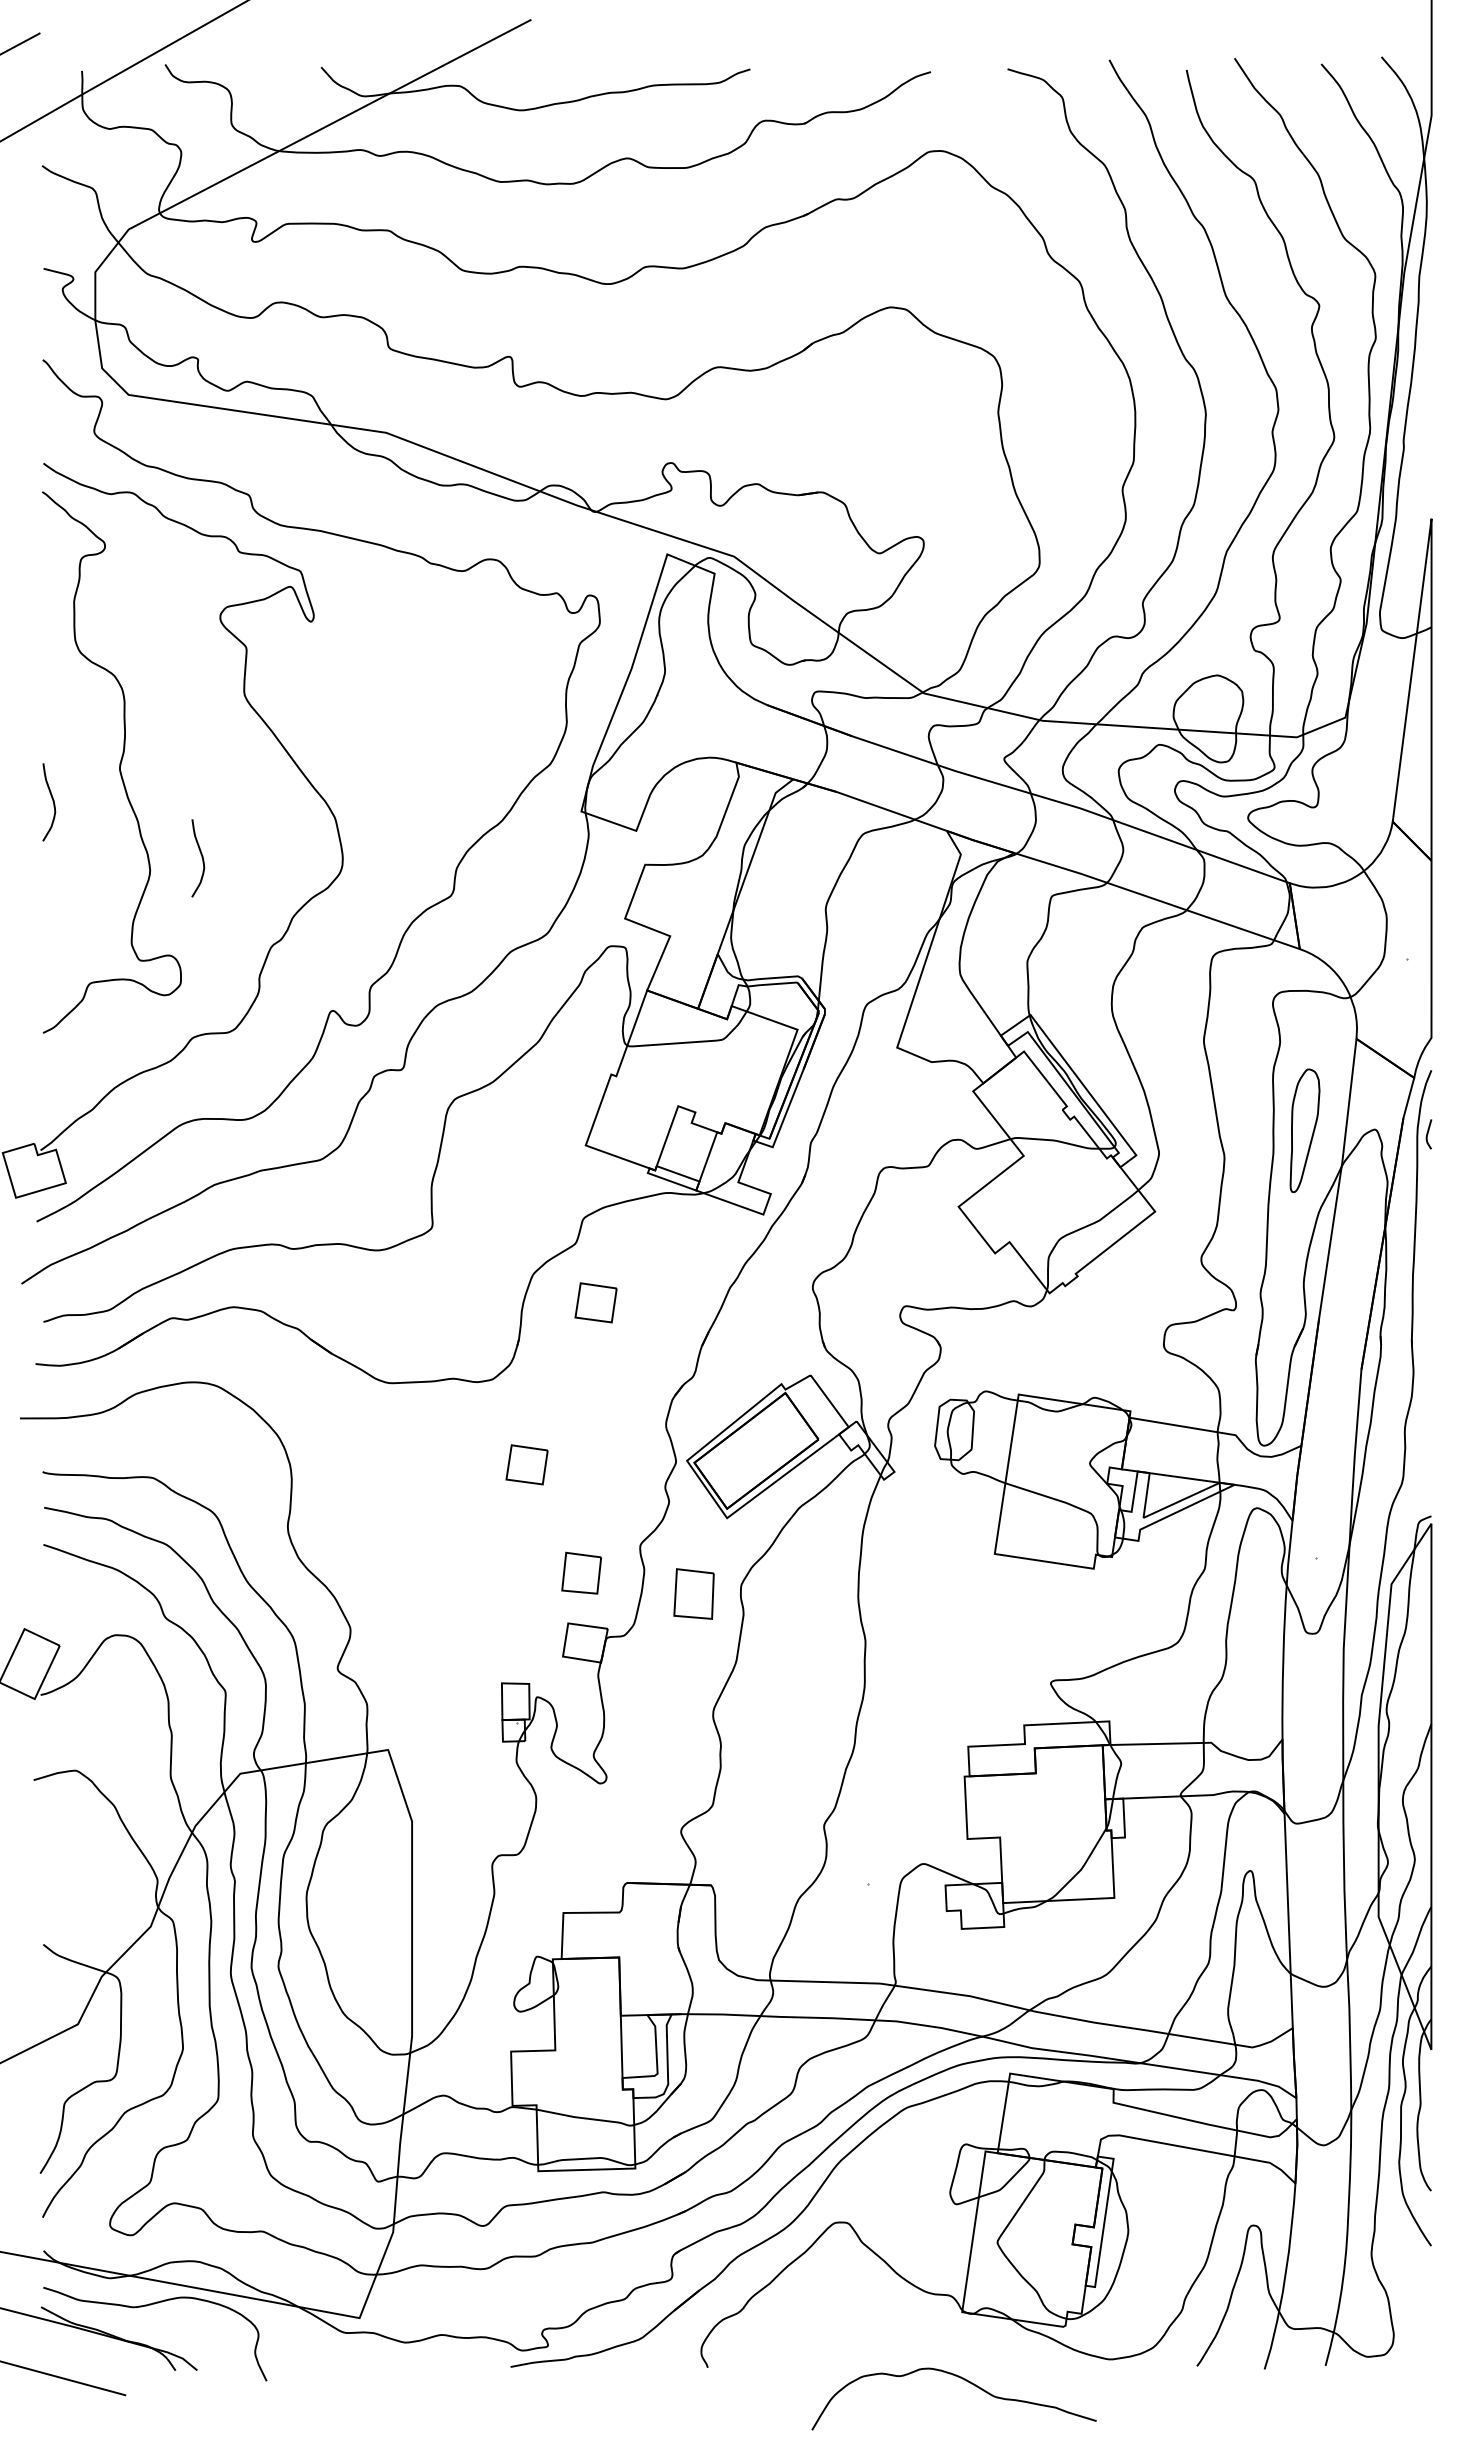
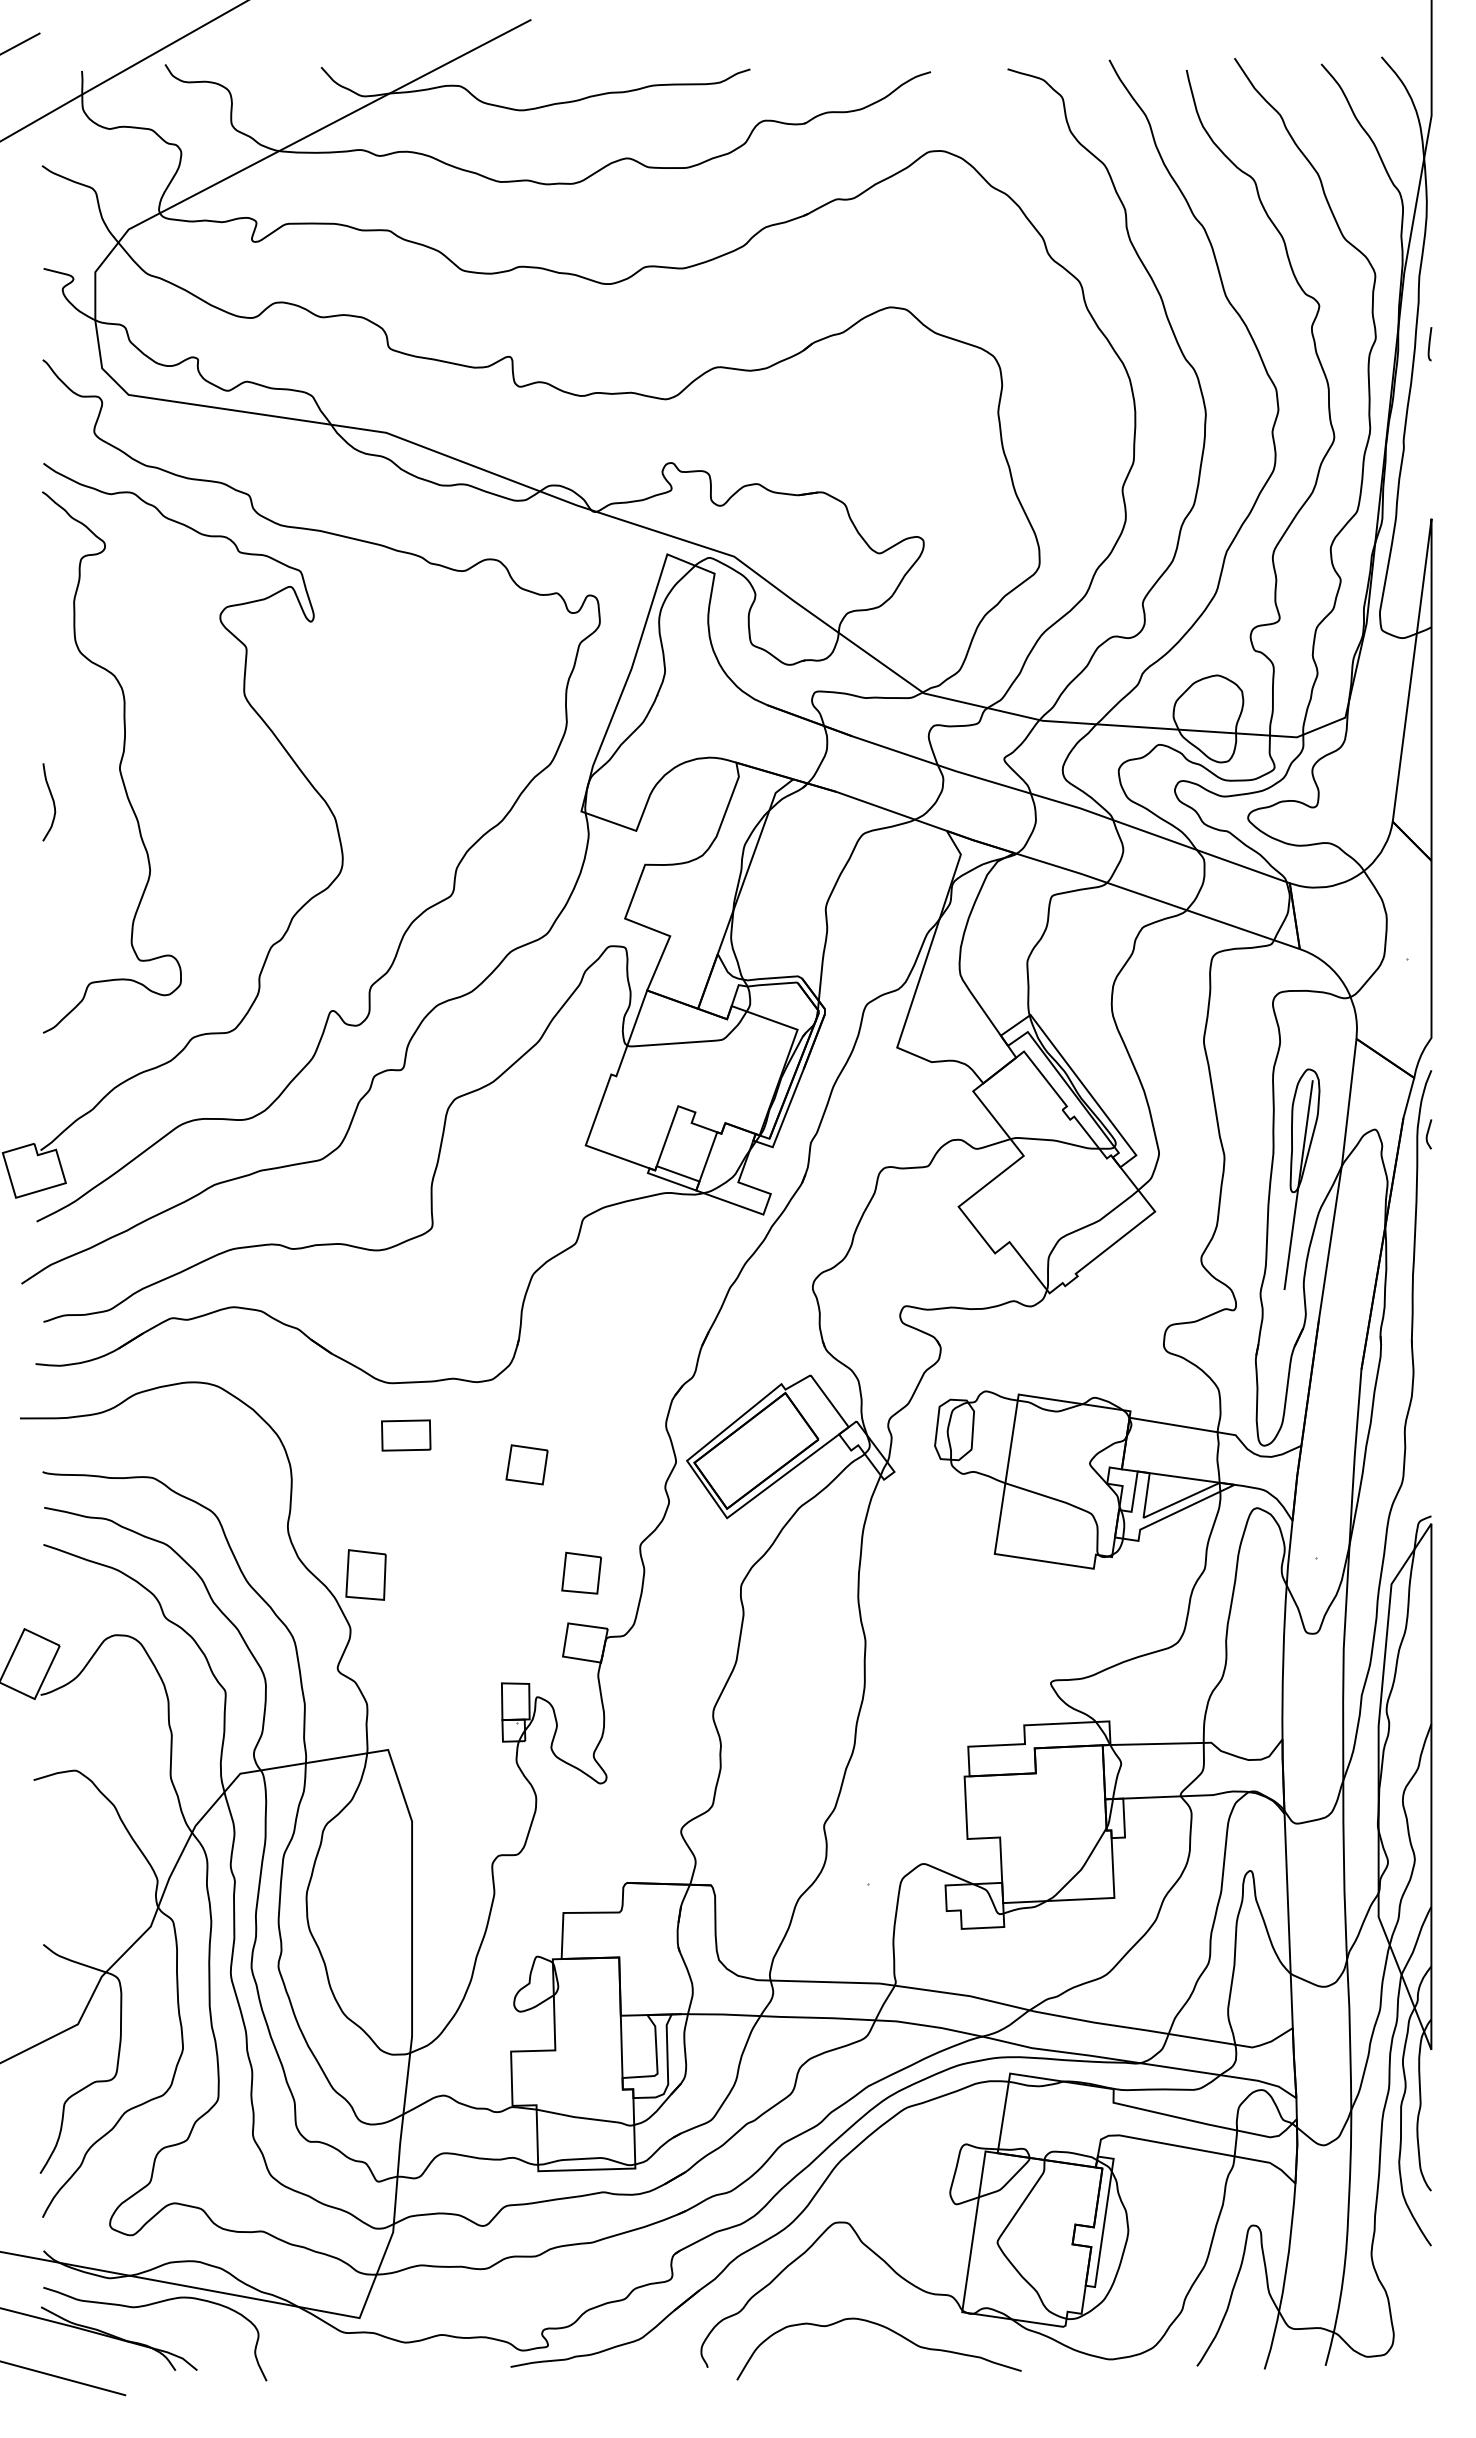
curve at (1429, 344): none -> present
curve at (201, 857): present -> none
line at (1298, 1185): none -> present
part at (595, 1302): present -> none
part at (406, 1435): none -> present
part at (693, 1593) position: (693, 1593) -> (365, 1574)
curve at (962, 2379) position: (962, 2379) -> (887, 2329)
